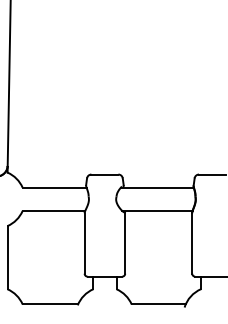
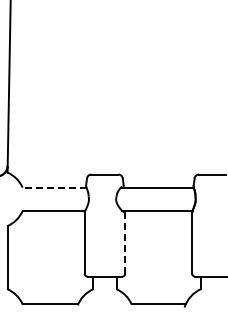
line at (54, 187): solid -> dashed
line at (125, 242): solid -> dashed
